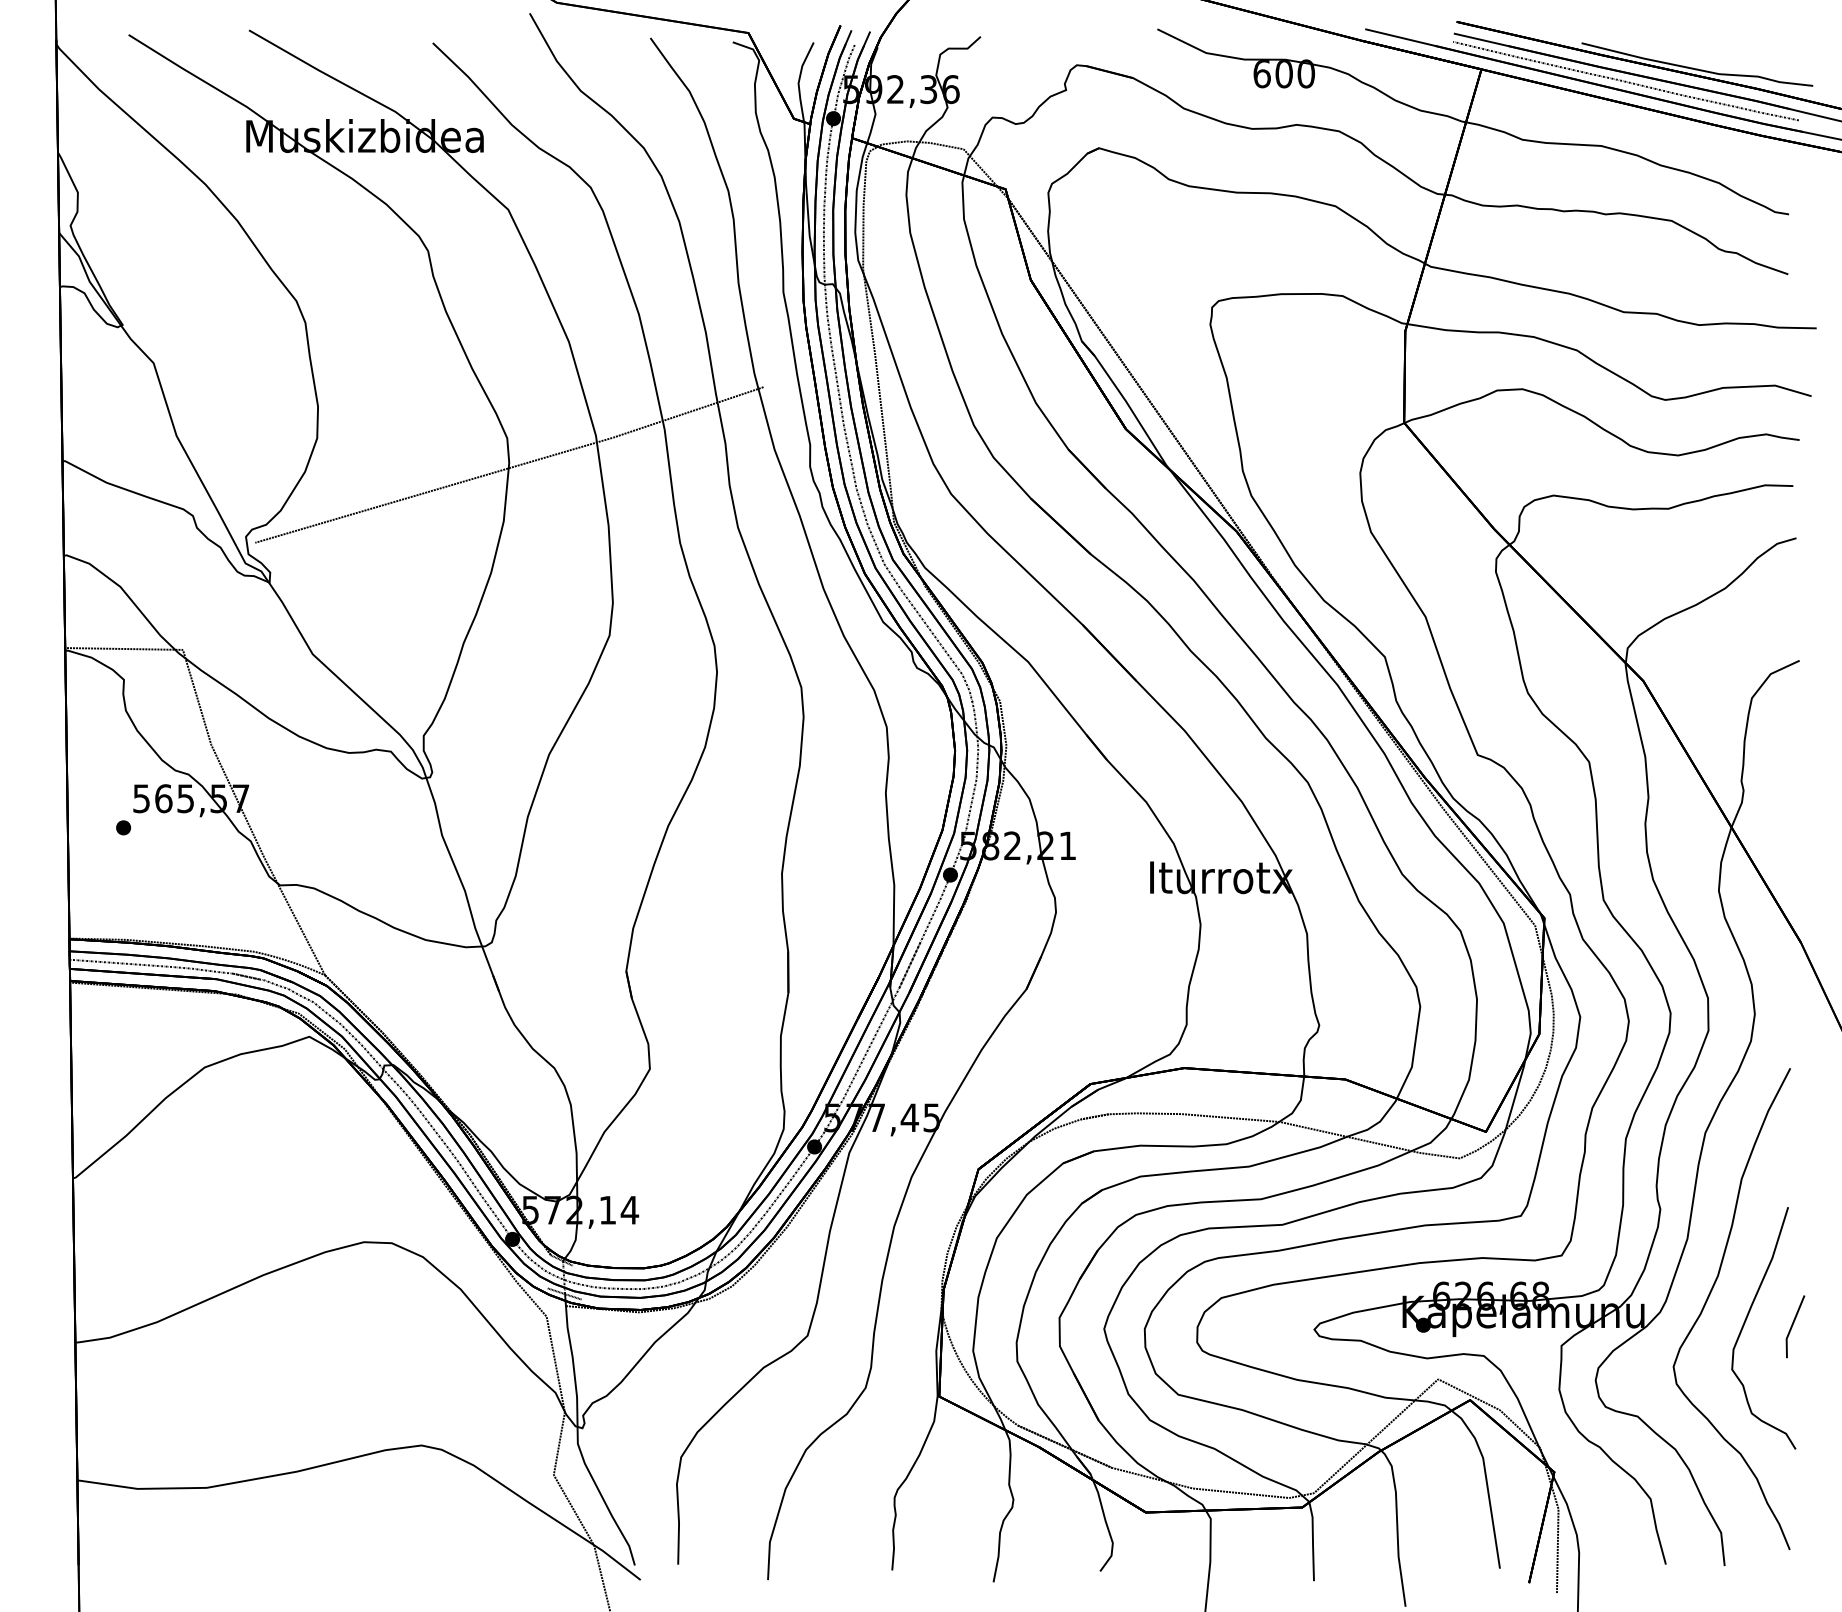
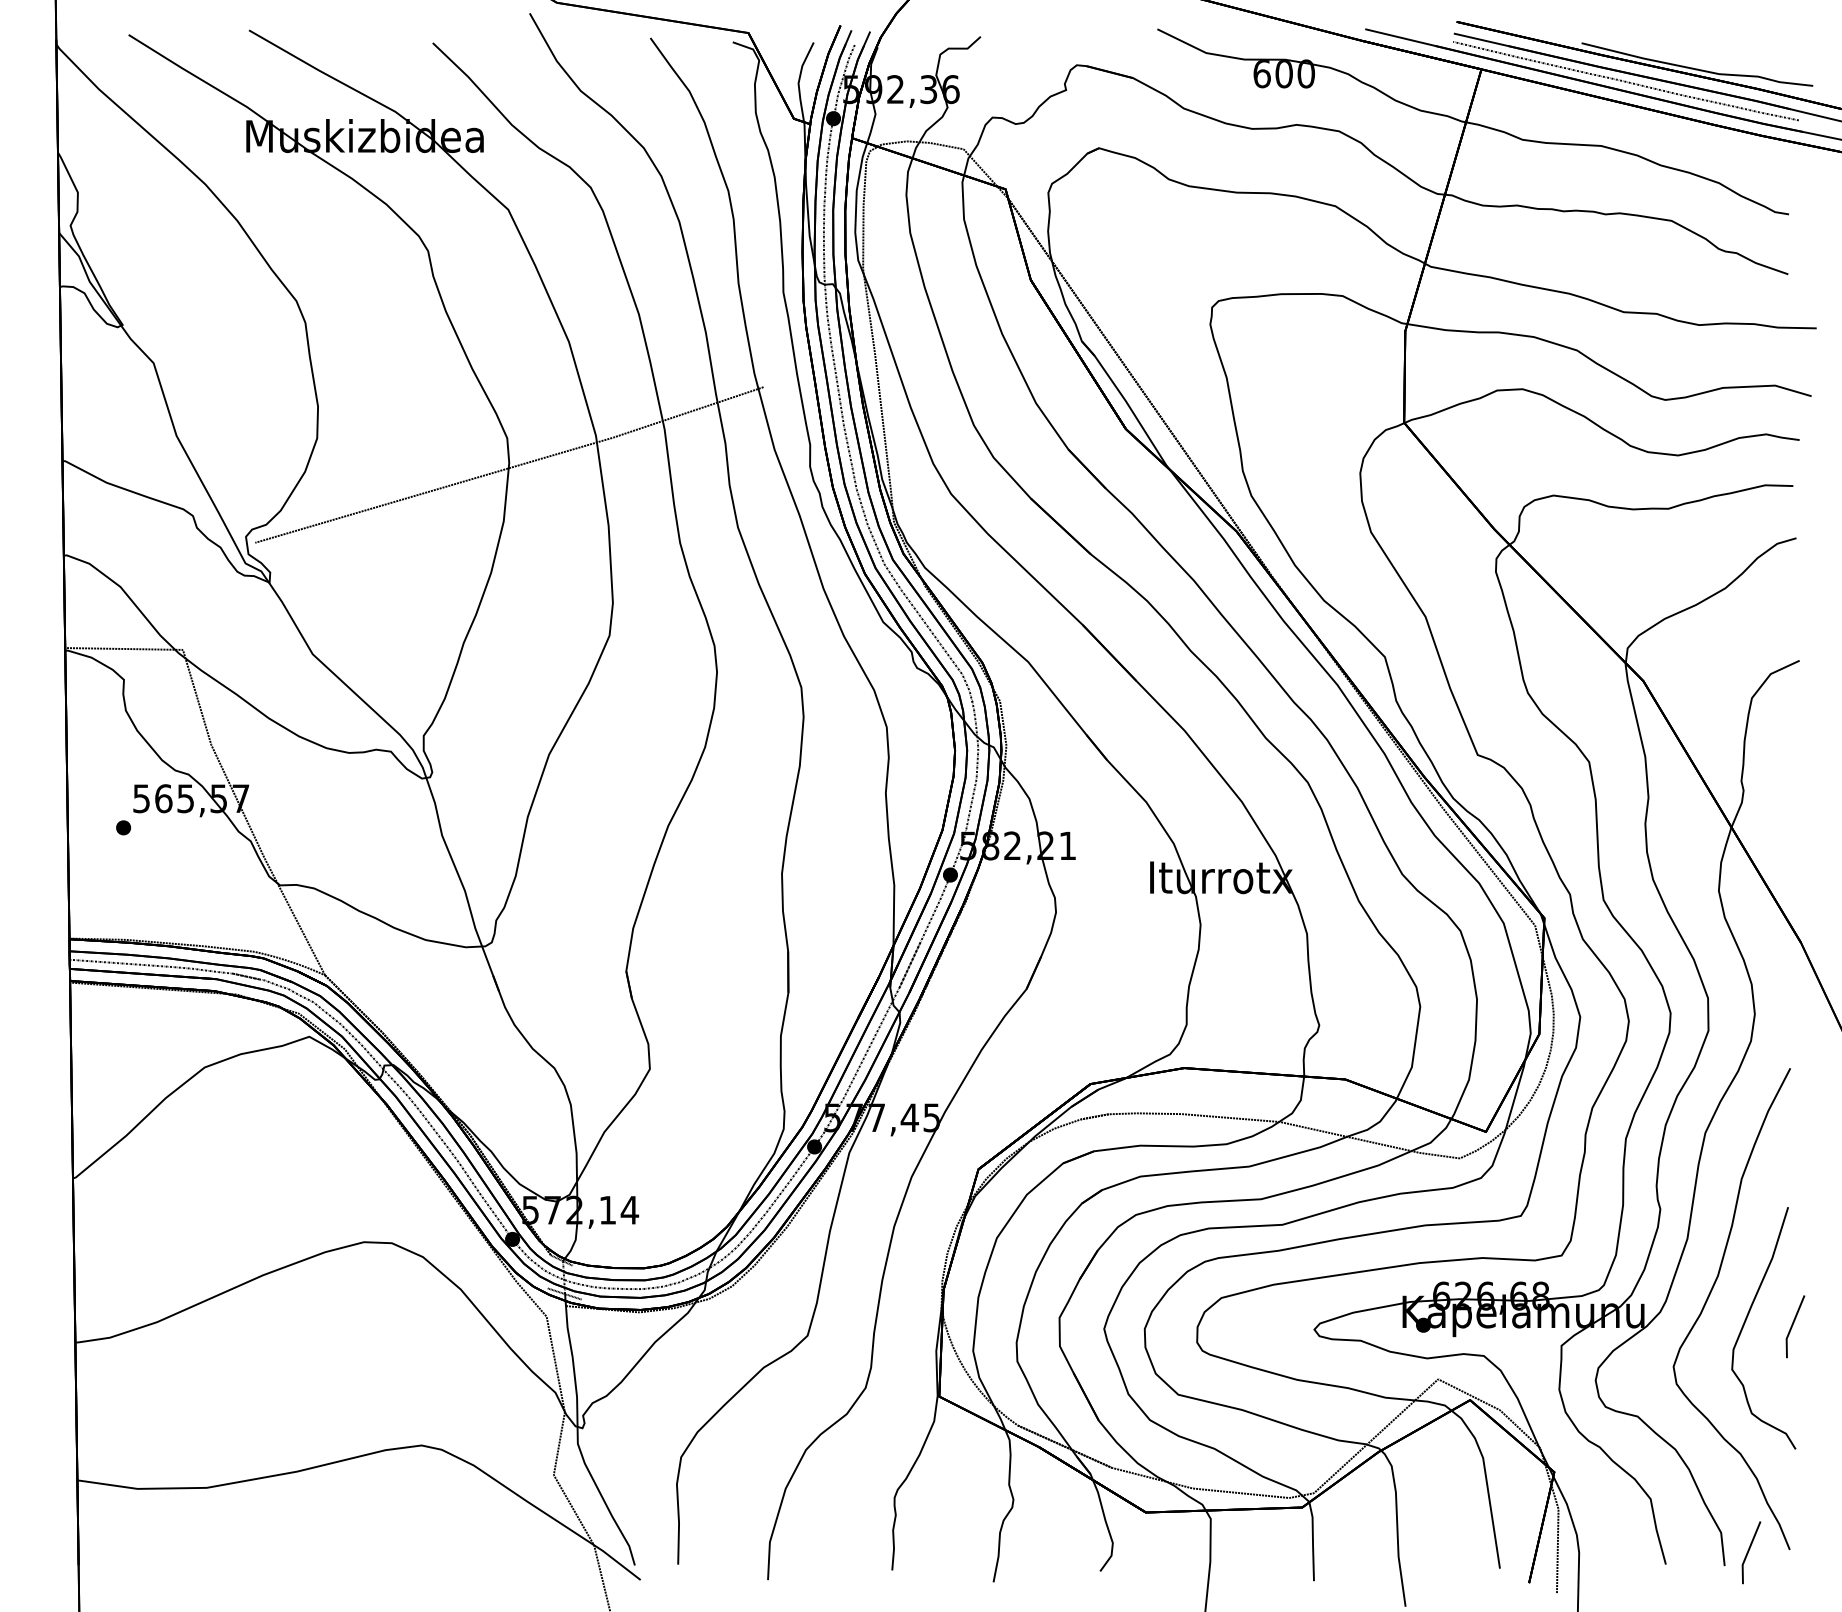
part at (1751, 1552): none -> present
